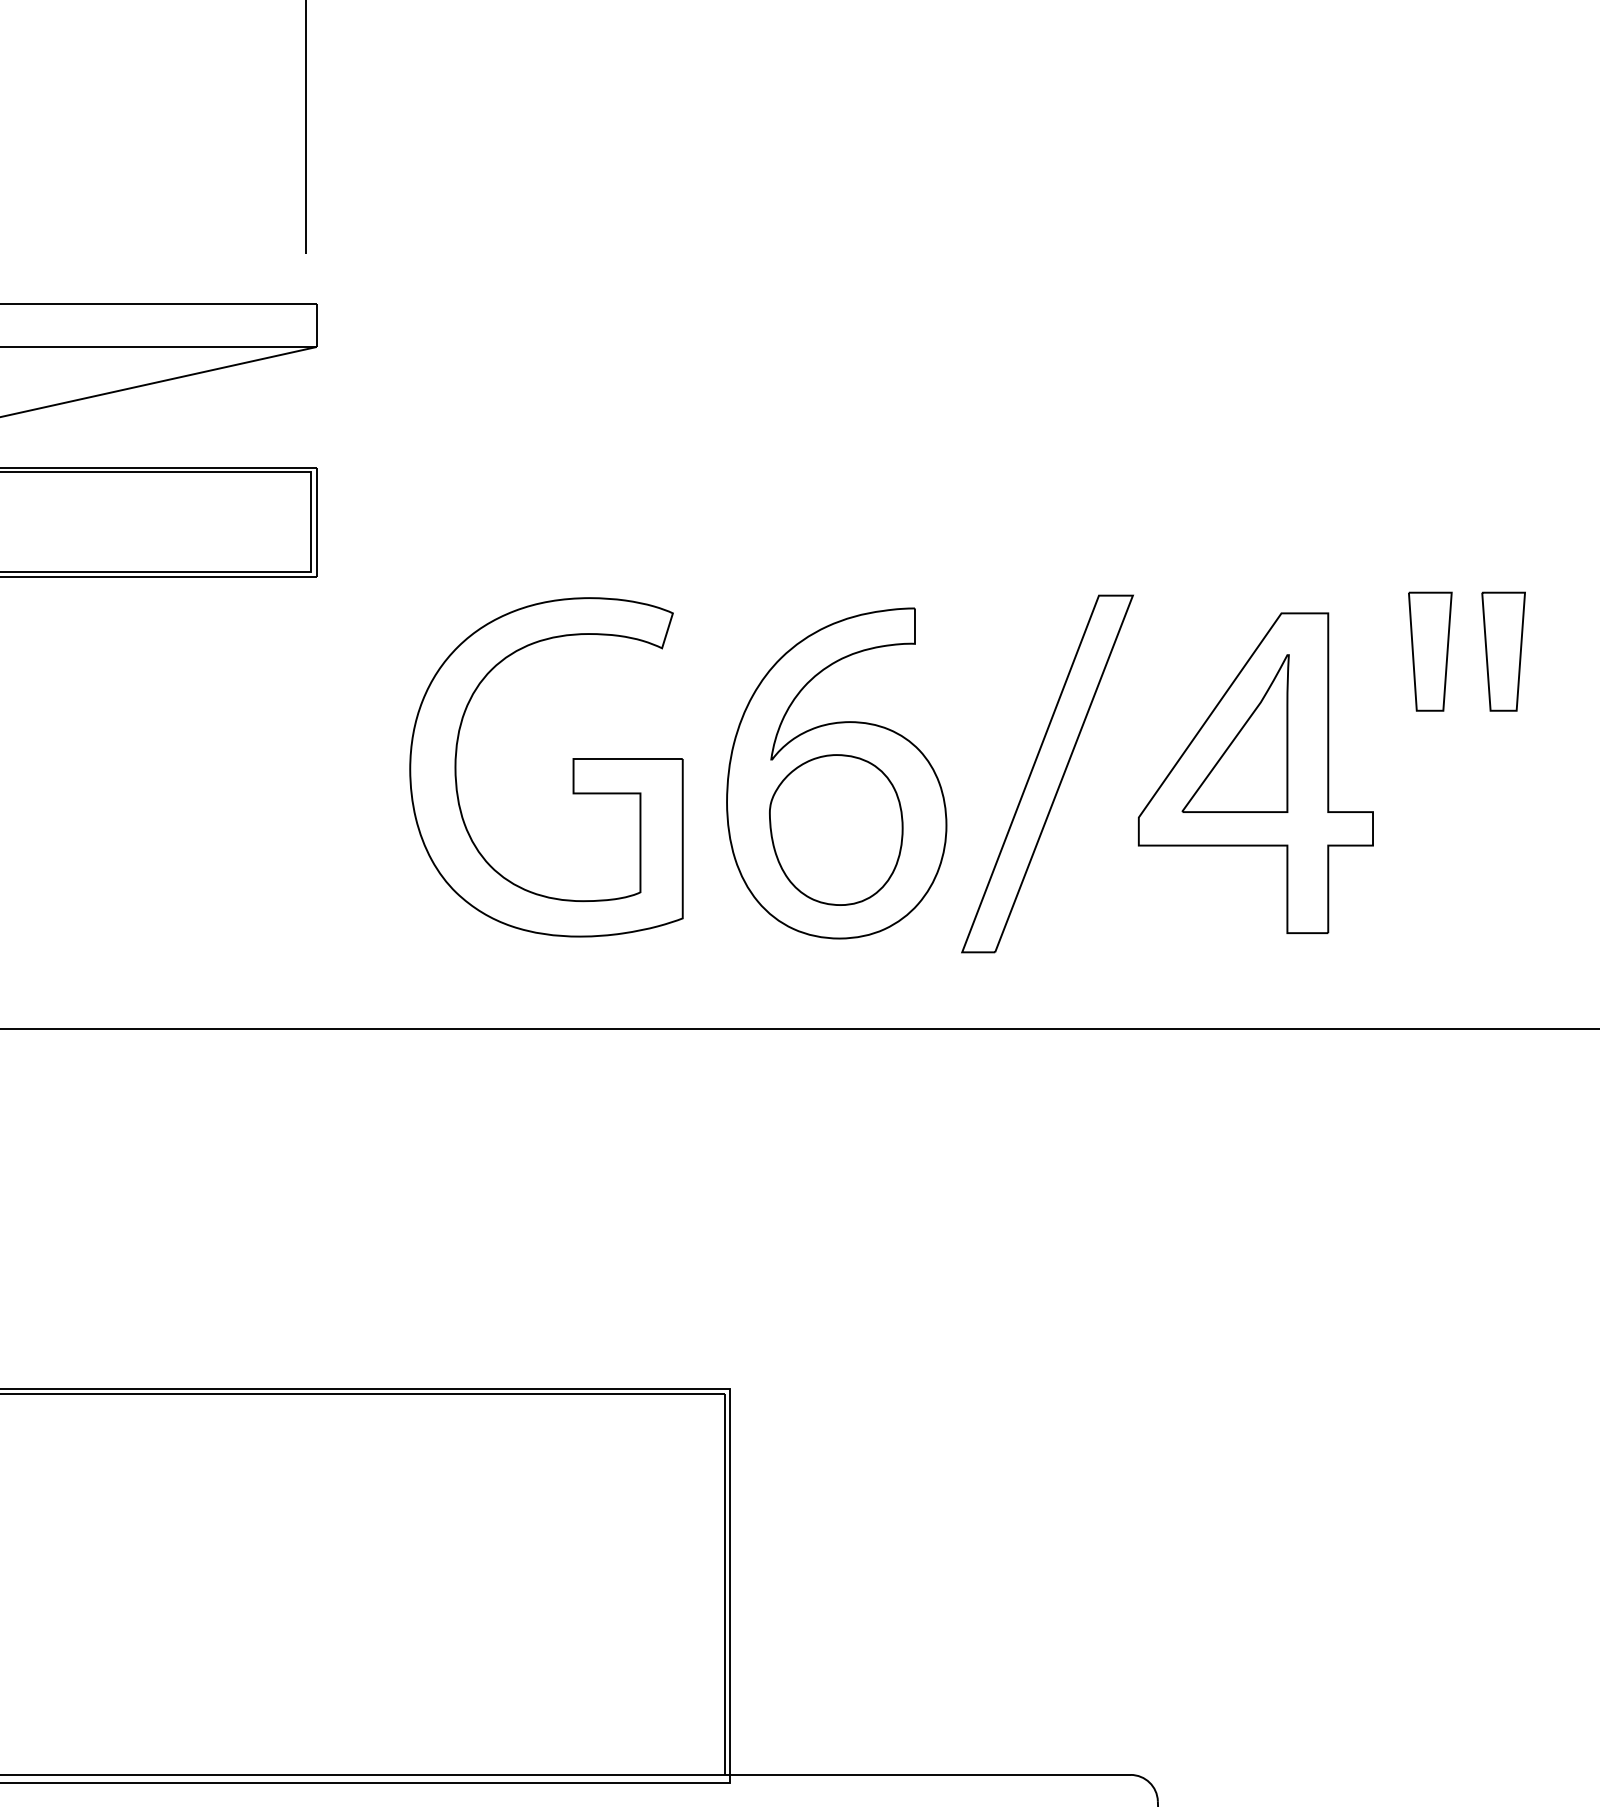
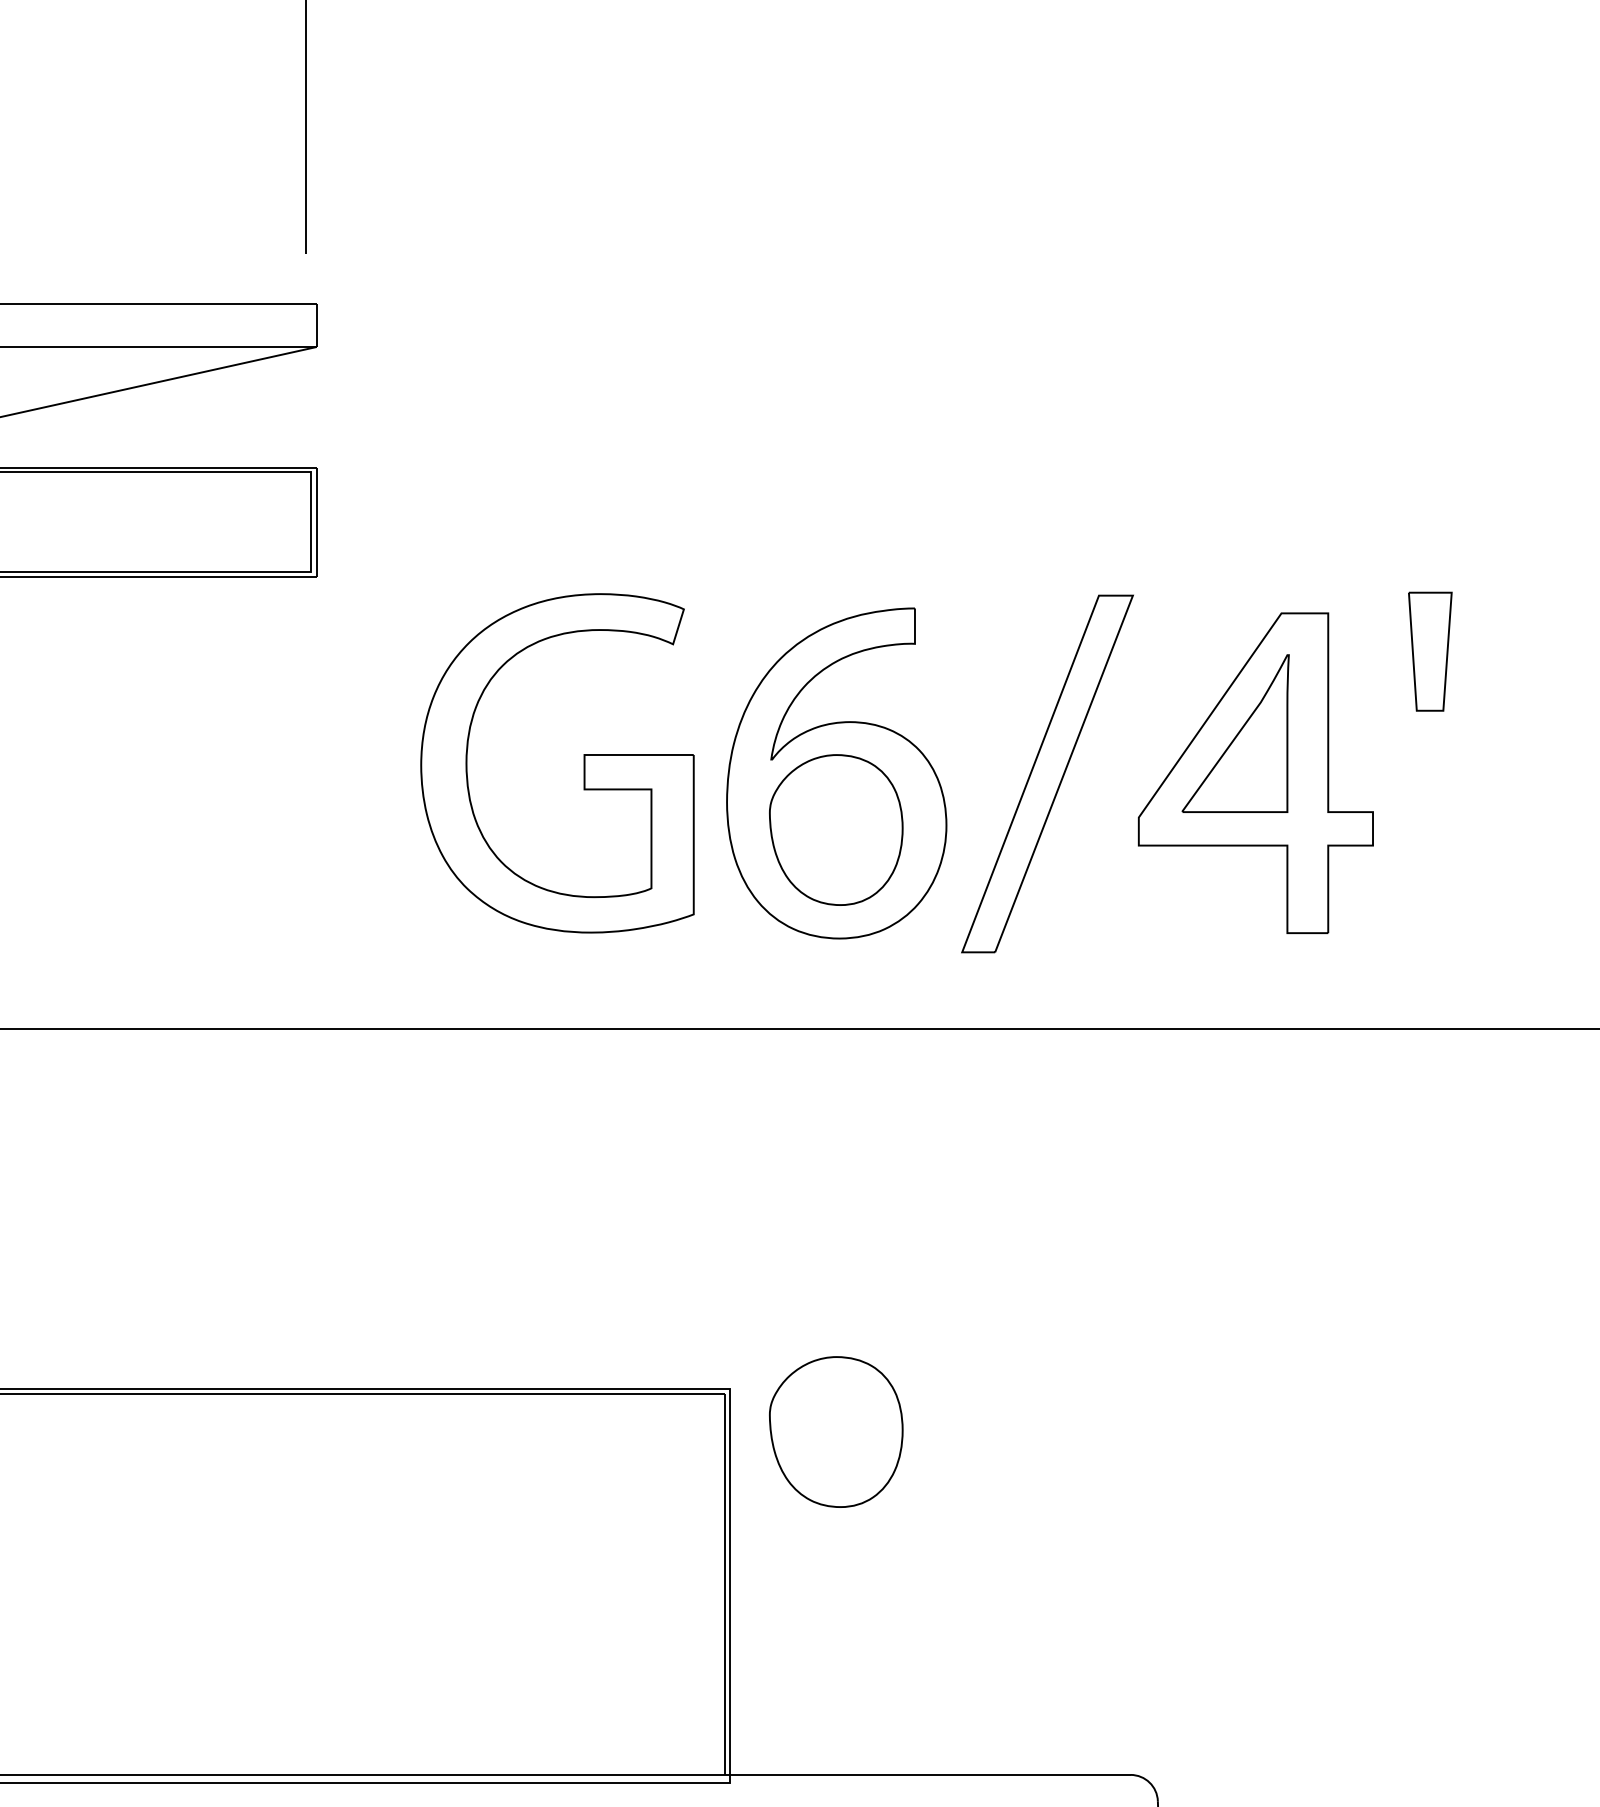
part at (1503, 651): present -> none
part at (572, 767) position: (572, 767) -> (583, 763)
part at (836, 1431): none -> present
